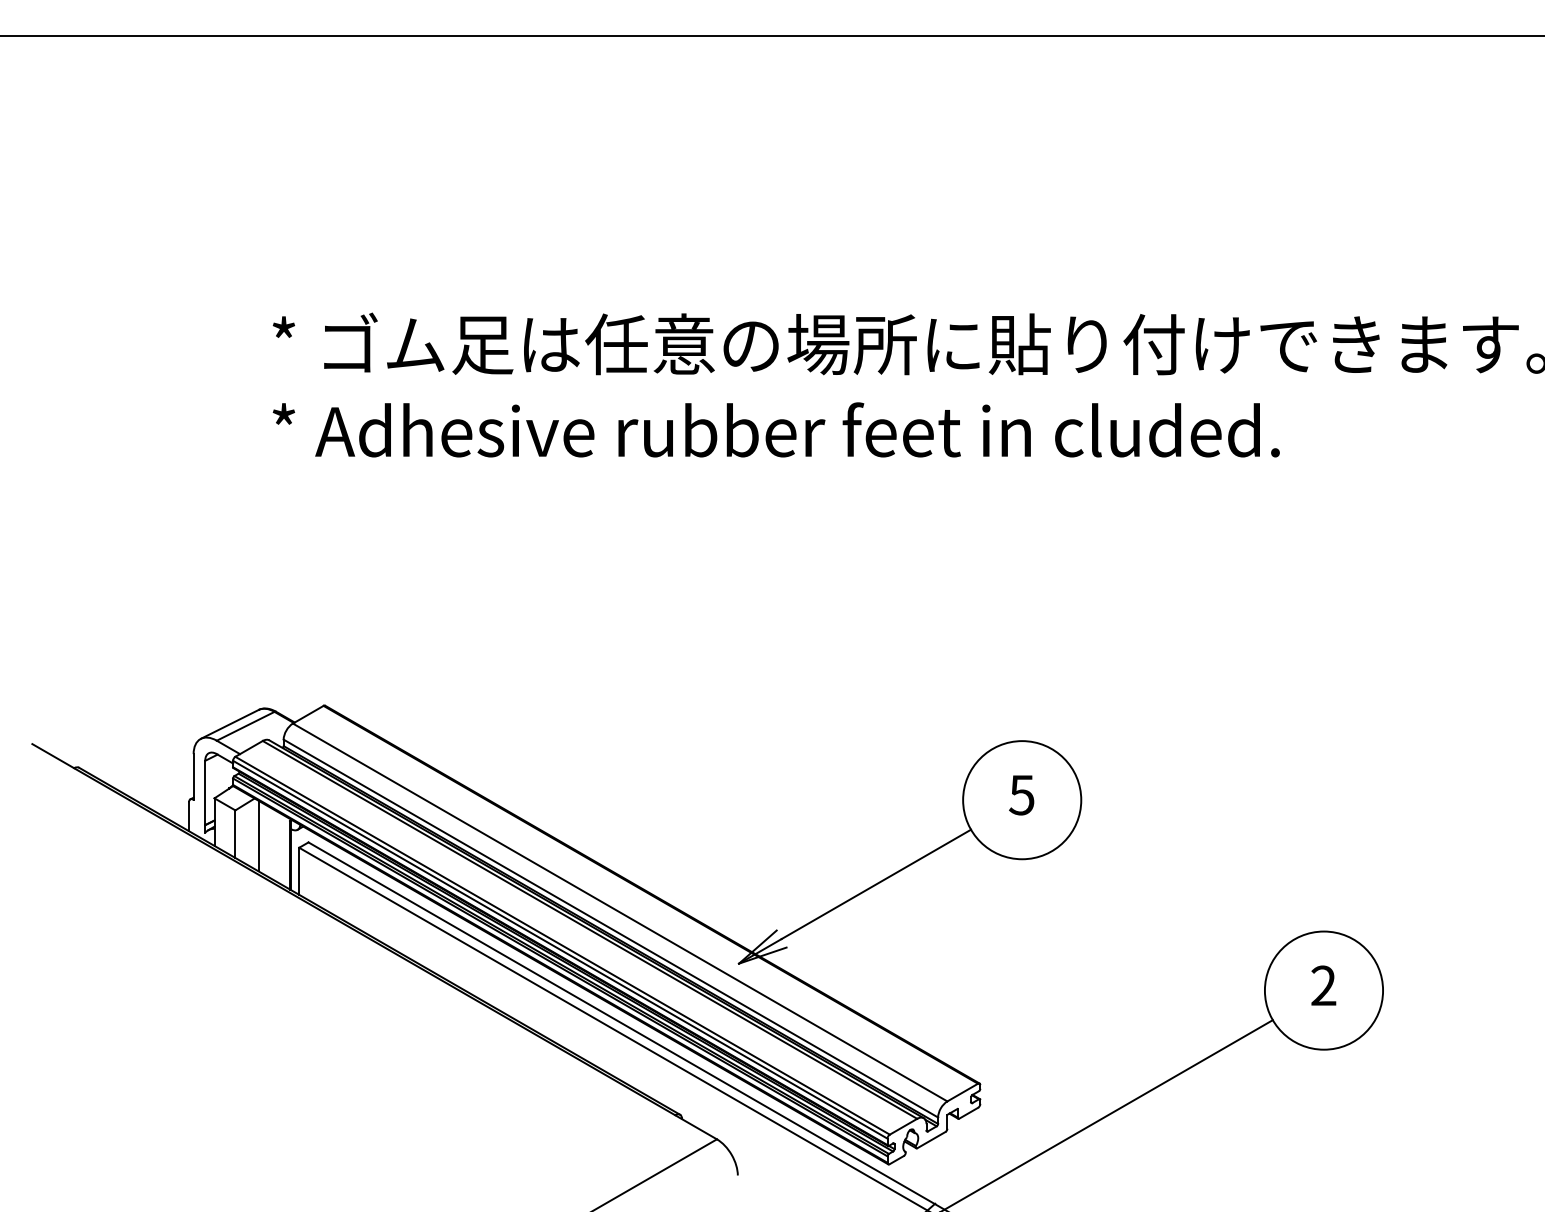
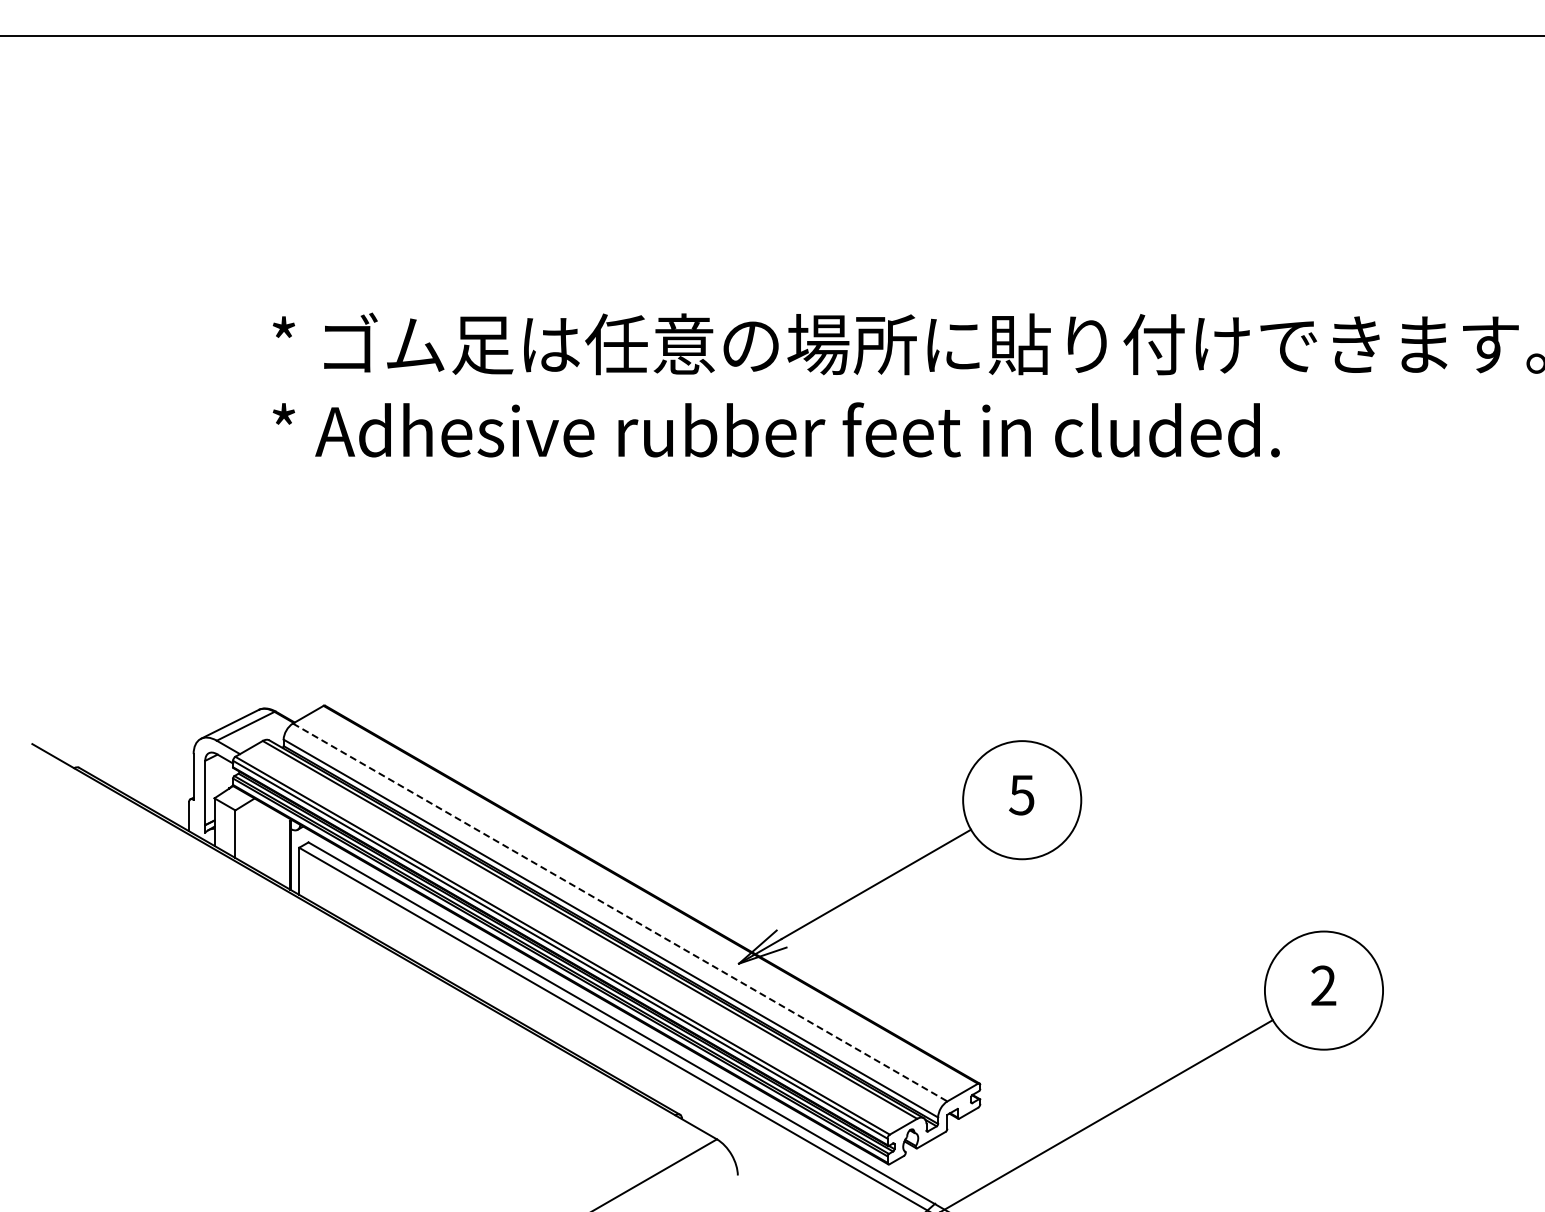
line at (258, 835): present -> none
line at (620, 912): solid -> dashed
